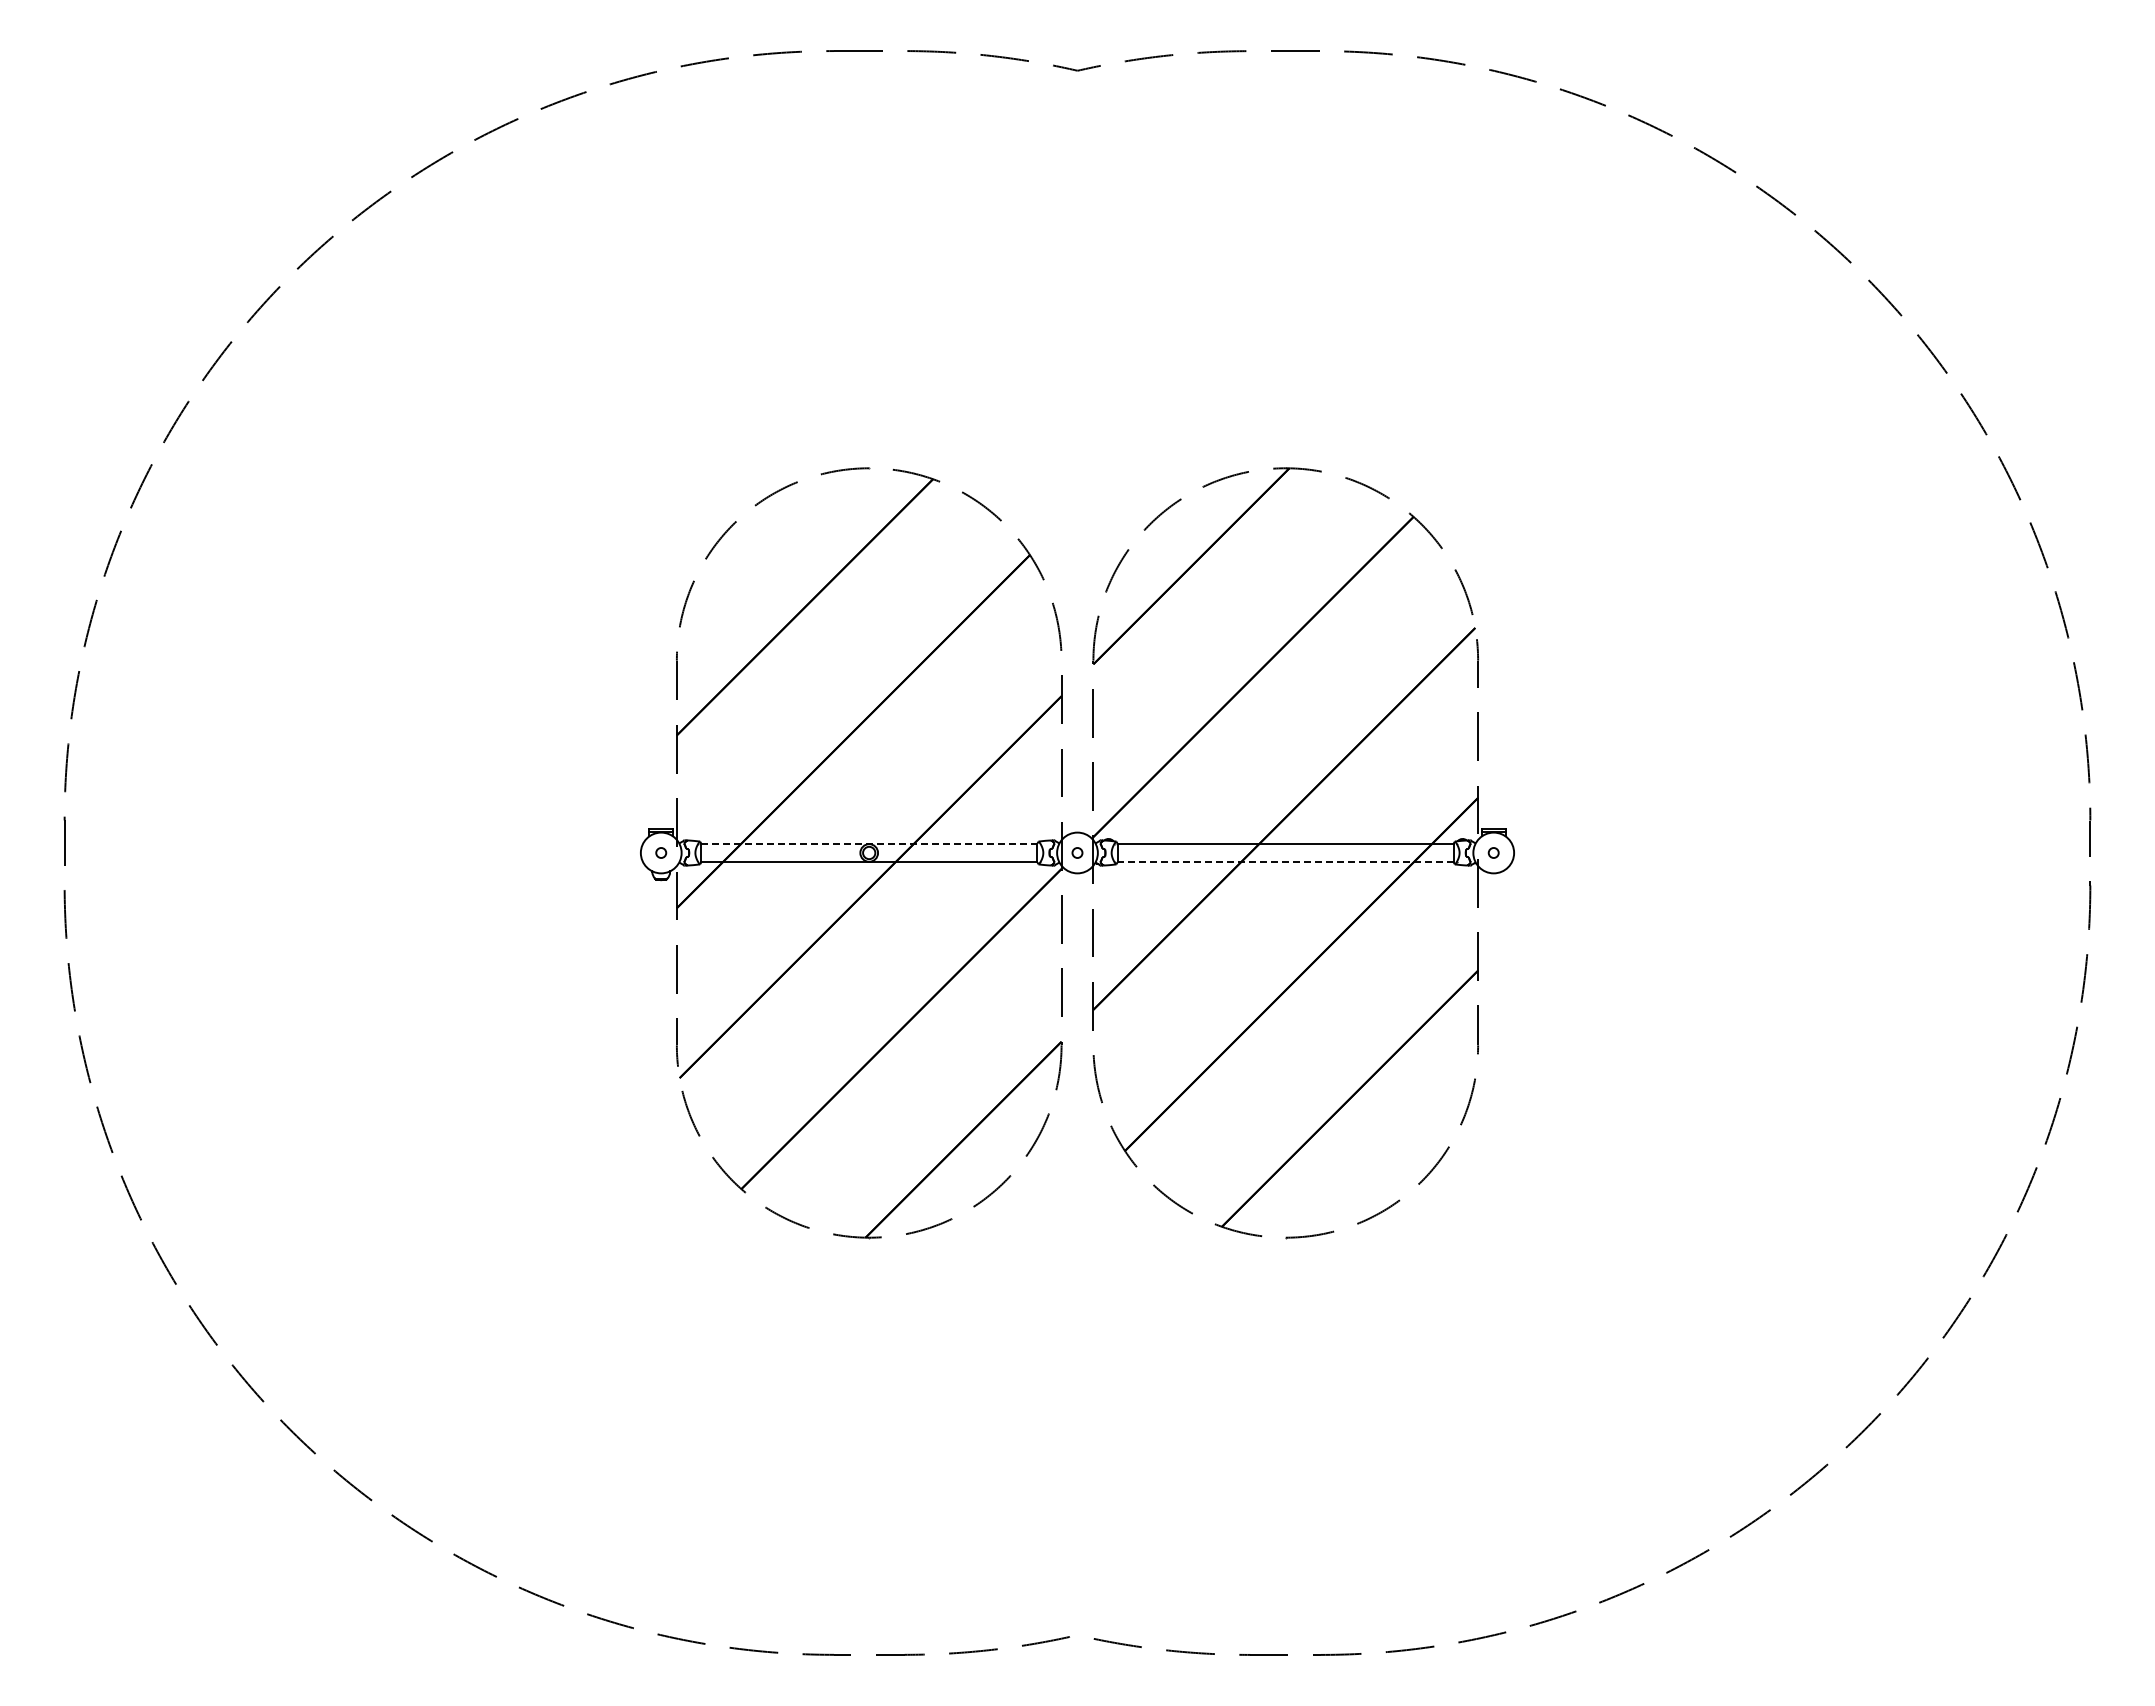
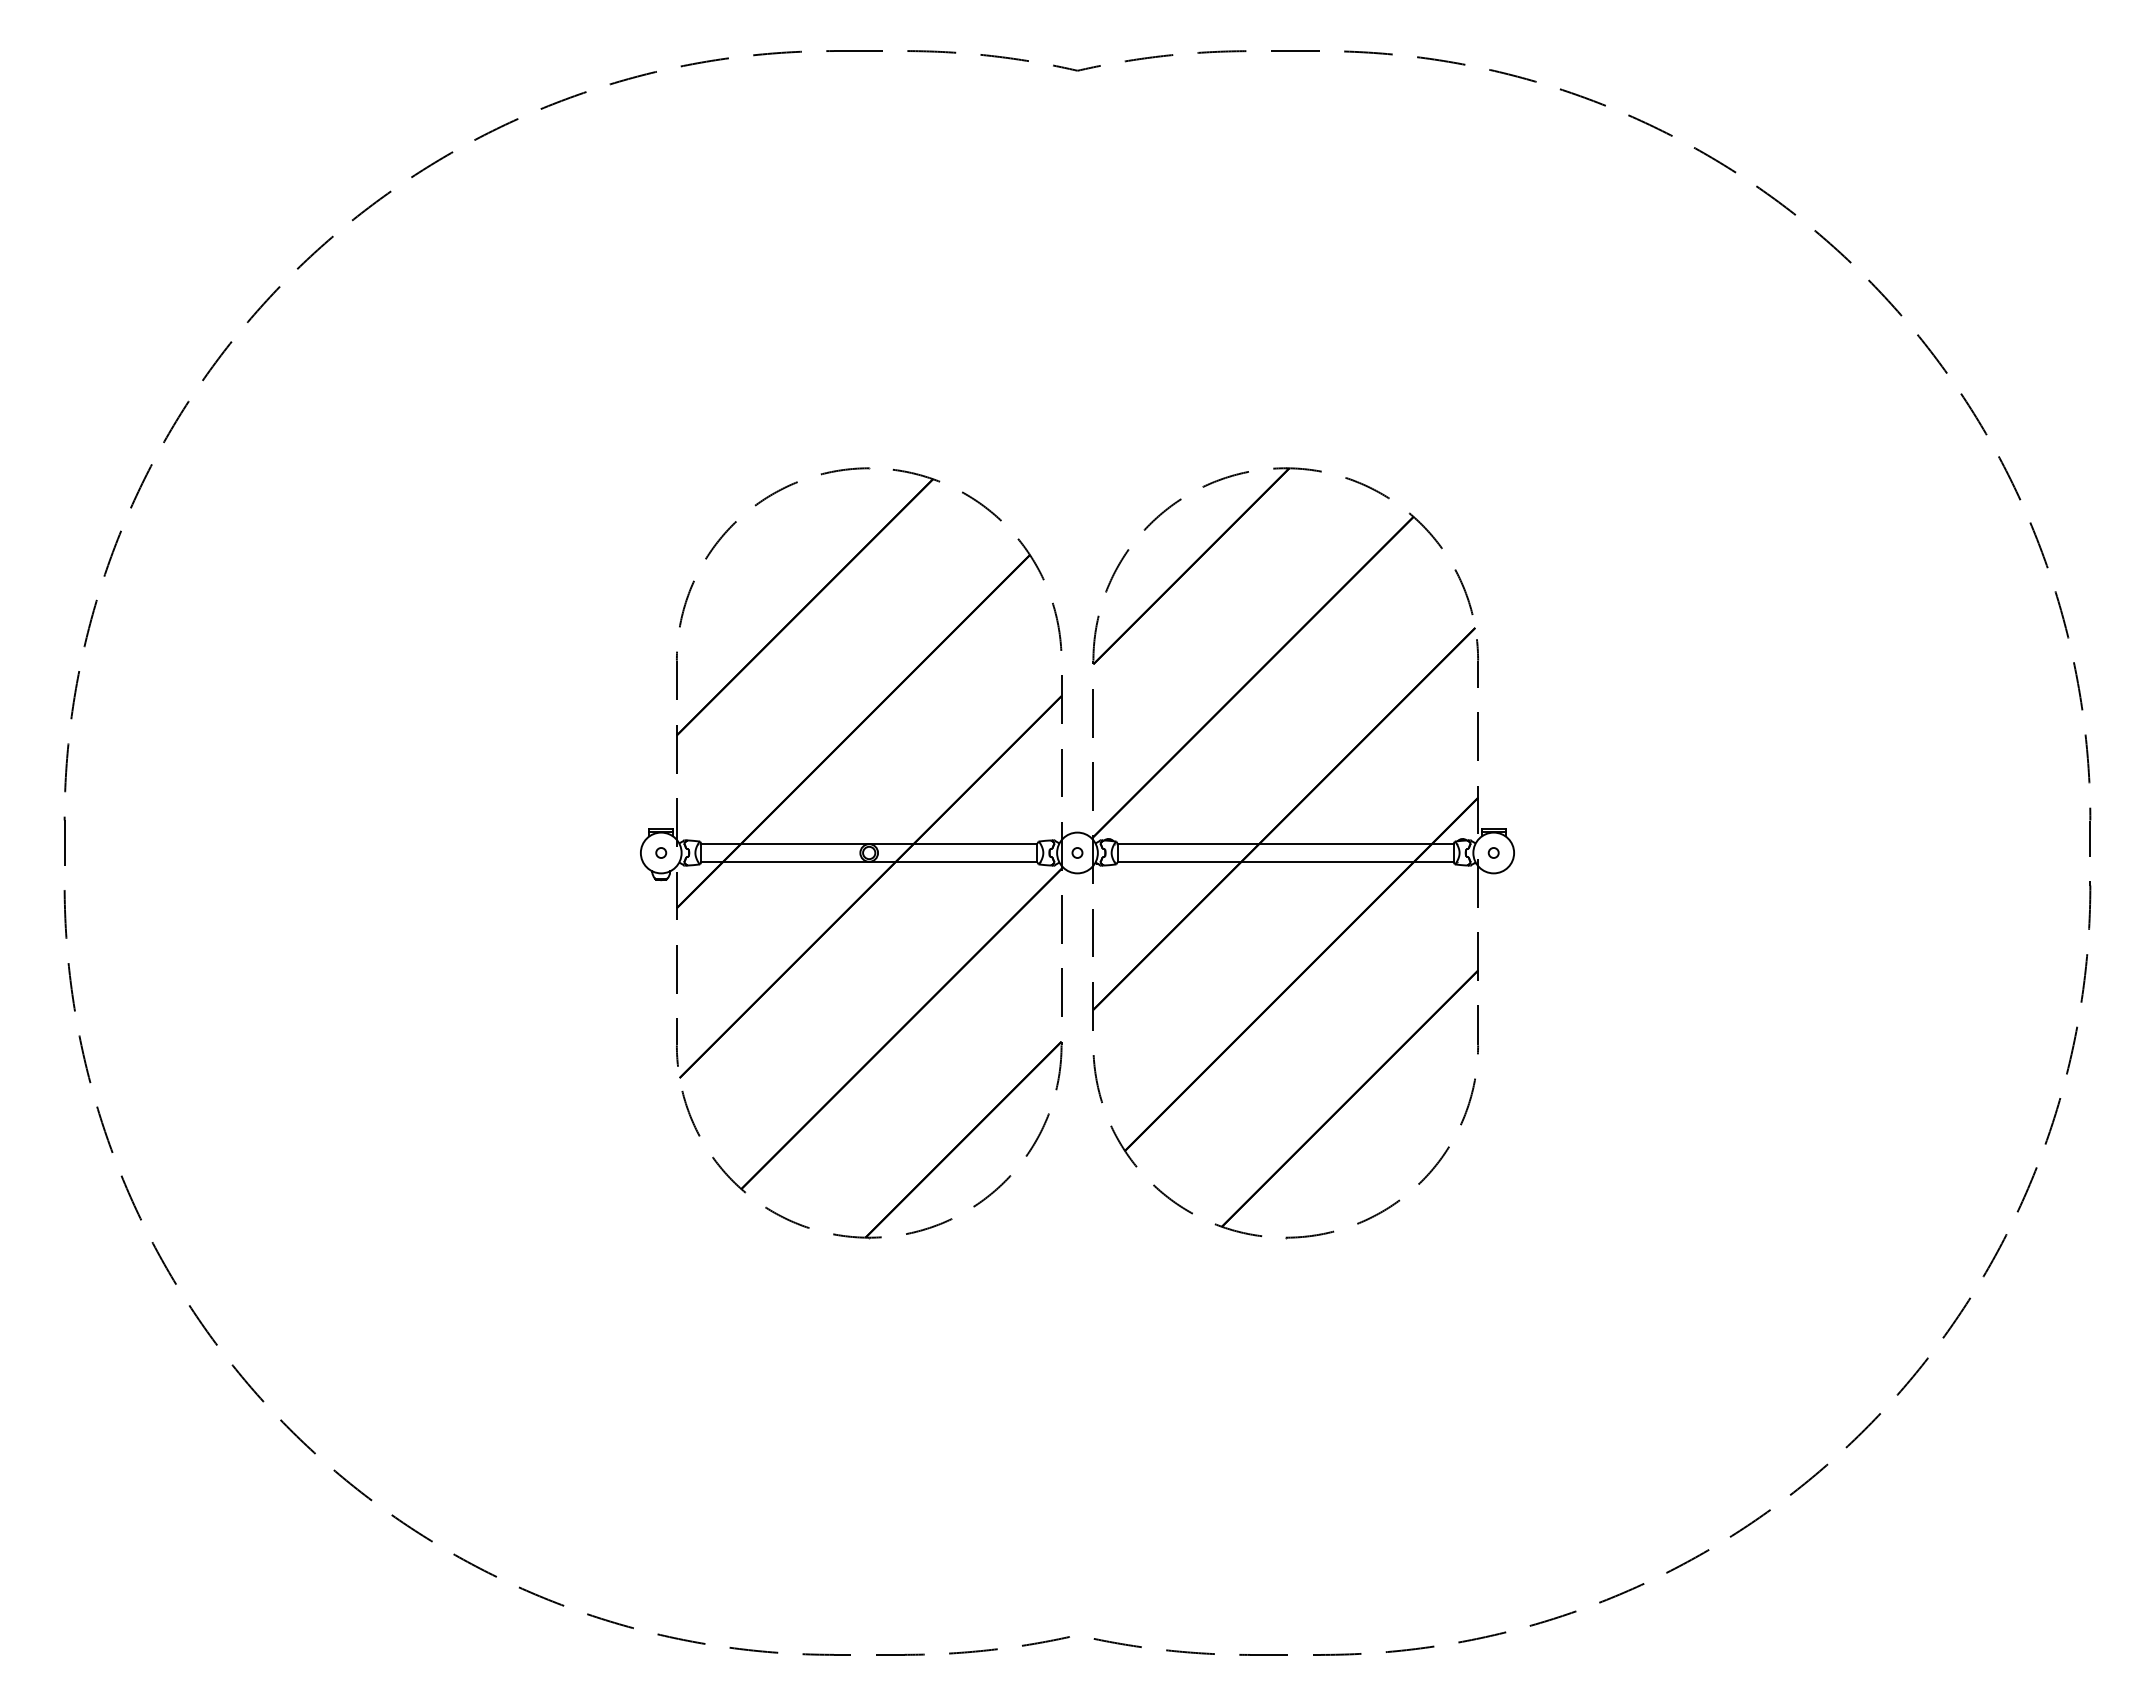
line at (869, 843): dashed -> solid
line at (1285, 862): dashed -> solid
